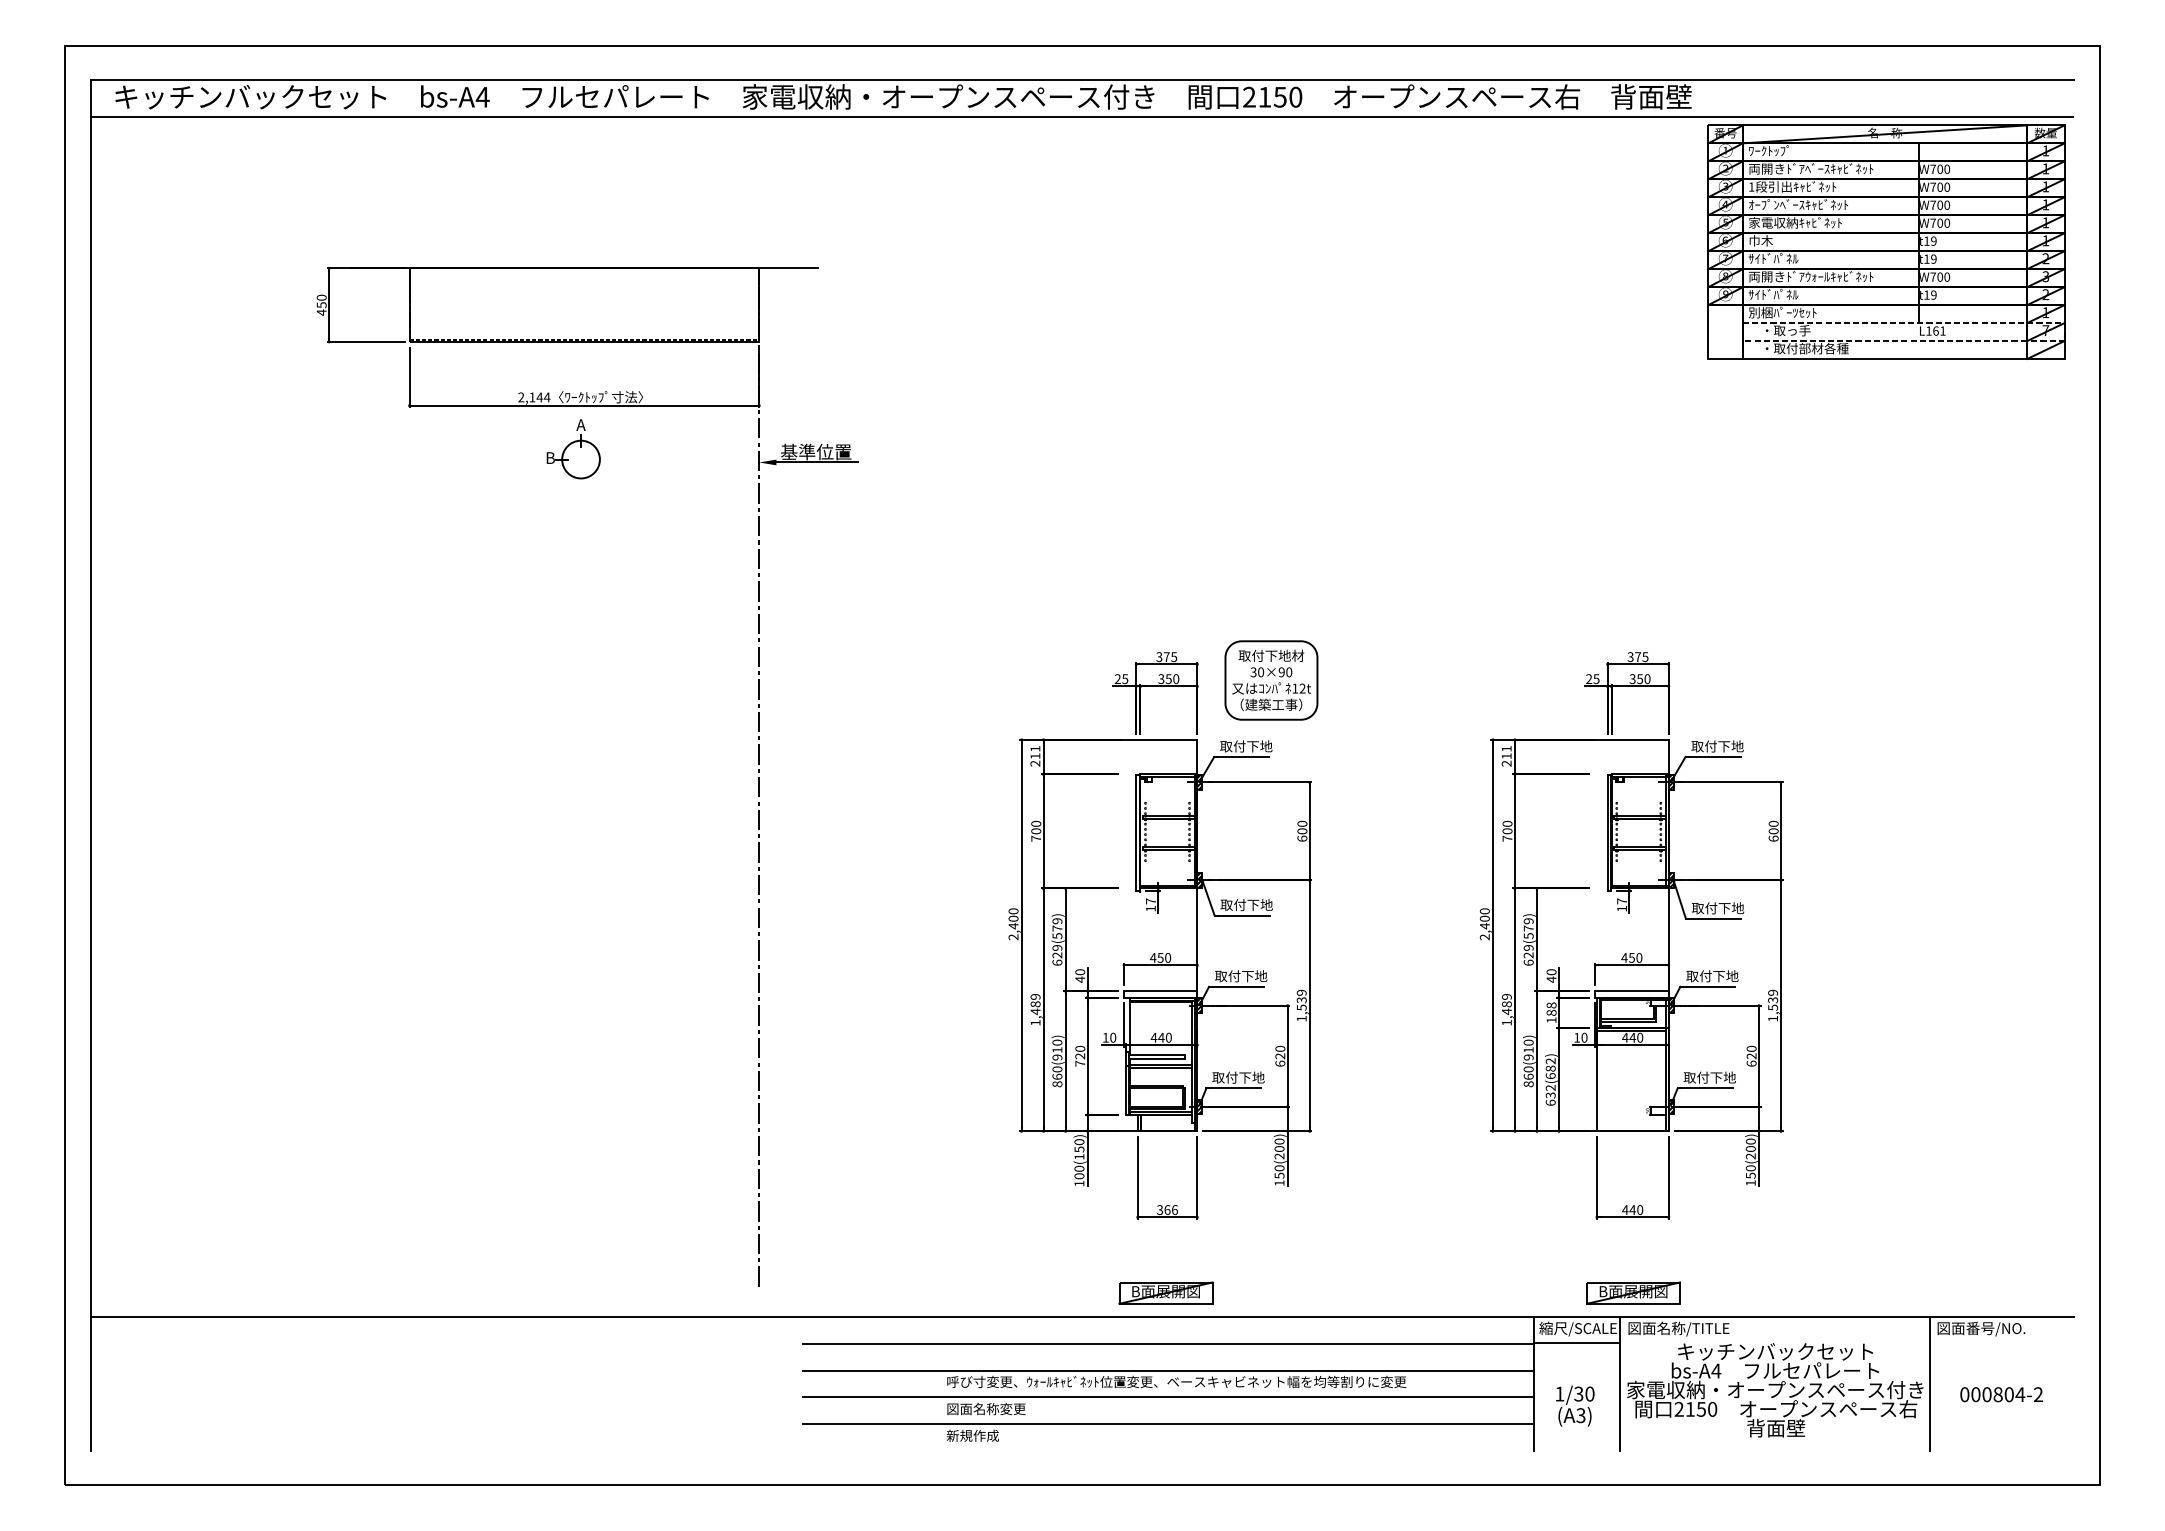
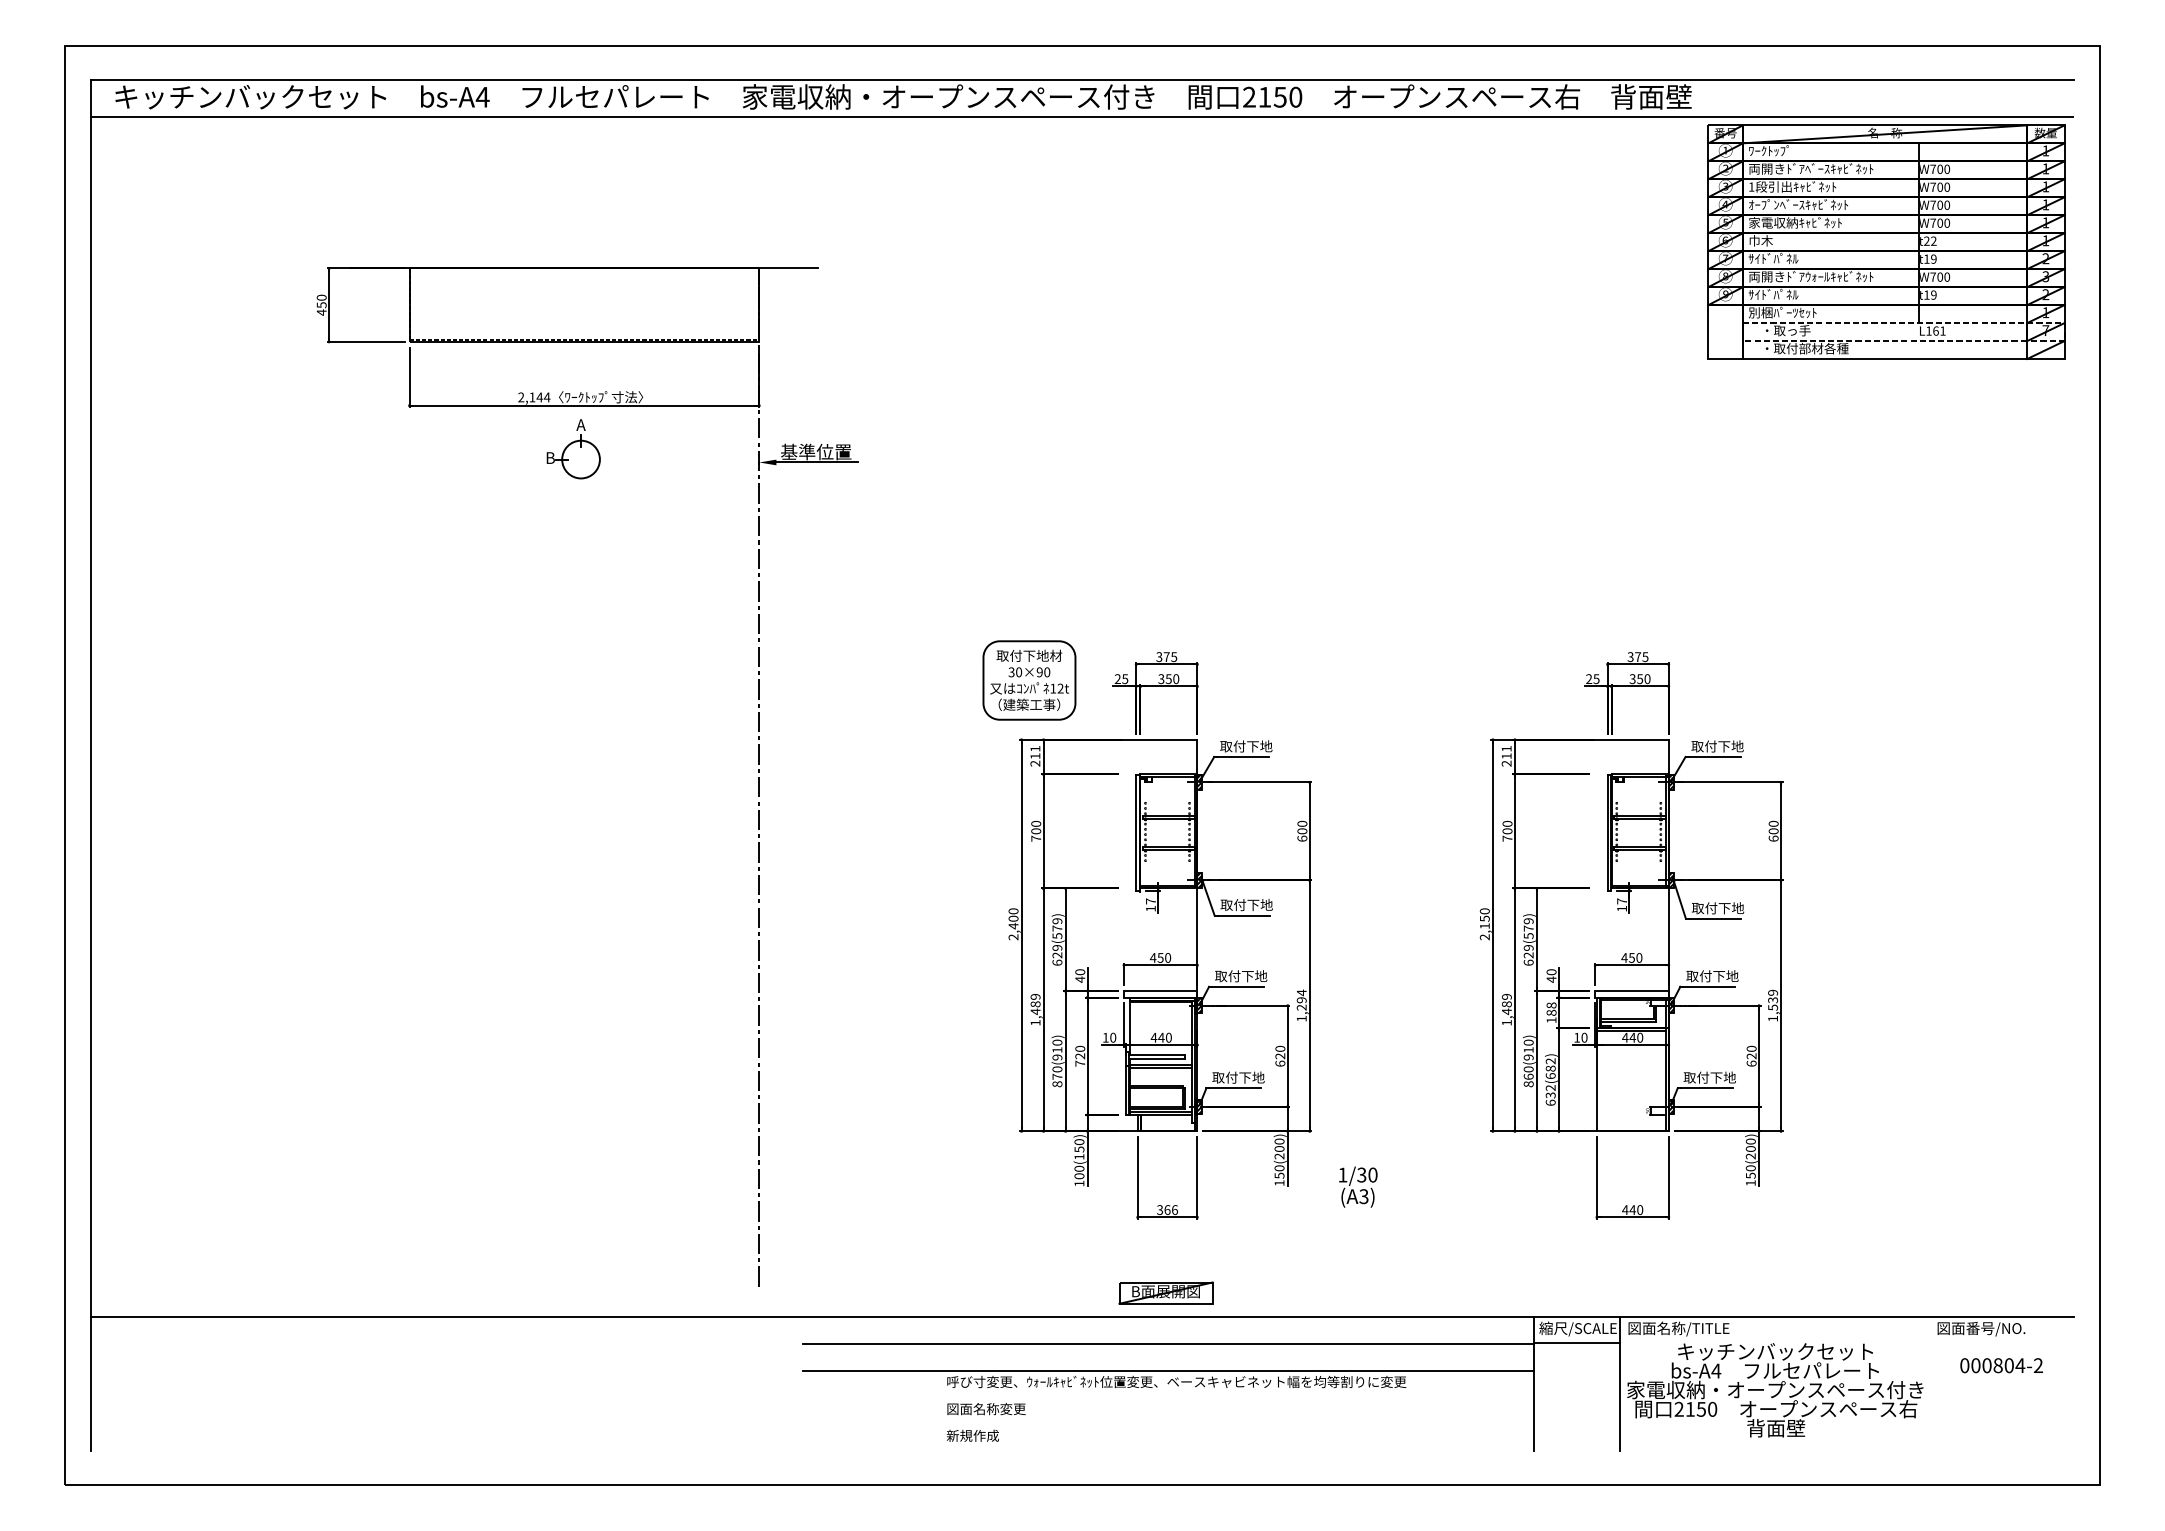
text at (1930, 240): t19 -> t22
part at (1271, 680) position: (1271, 680) -> (1029, 680)
text at (1484, 922): 2,400 -> 2,150
text at (1301, 999): 1,539 -> 1,294
text at (1057, 1076): 860(910) -> 870(910)
part at (1633, 1292): present -> none
line at (1929, 1383): present -> none
text at (2001, 1394) position: (2001, 1394) -> (2001, 1365)
line at (1168, 1397): present -> none
text at (1575, 1405) position: (1575, 1405) -> (1358, 1186)
line at (1168, 1423): present -> none
